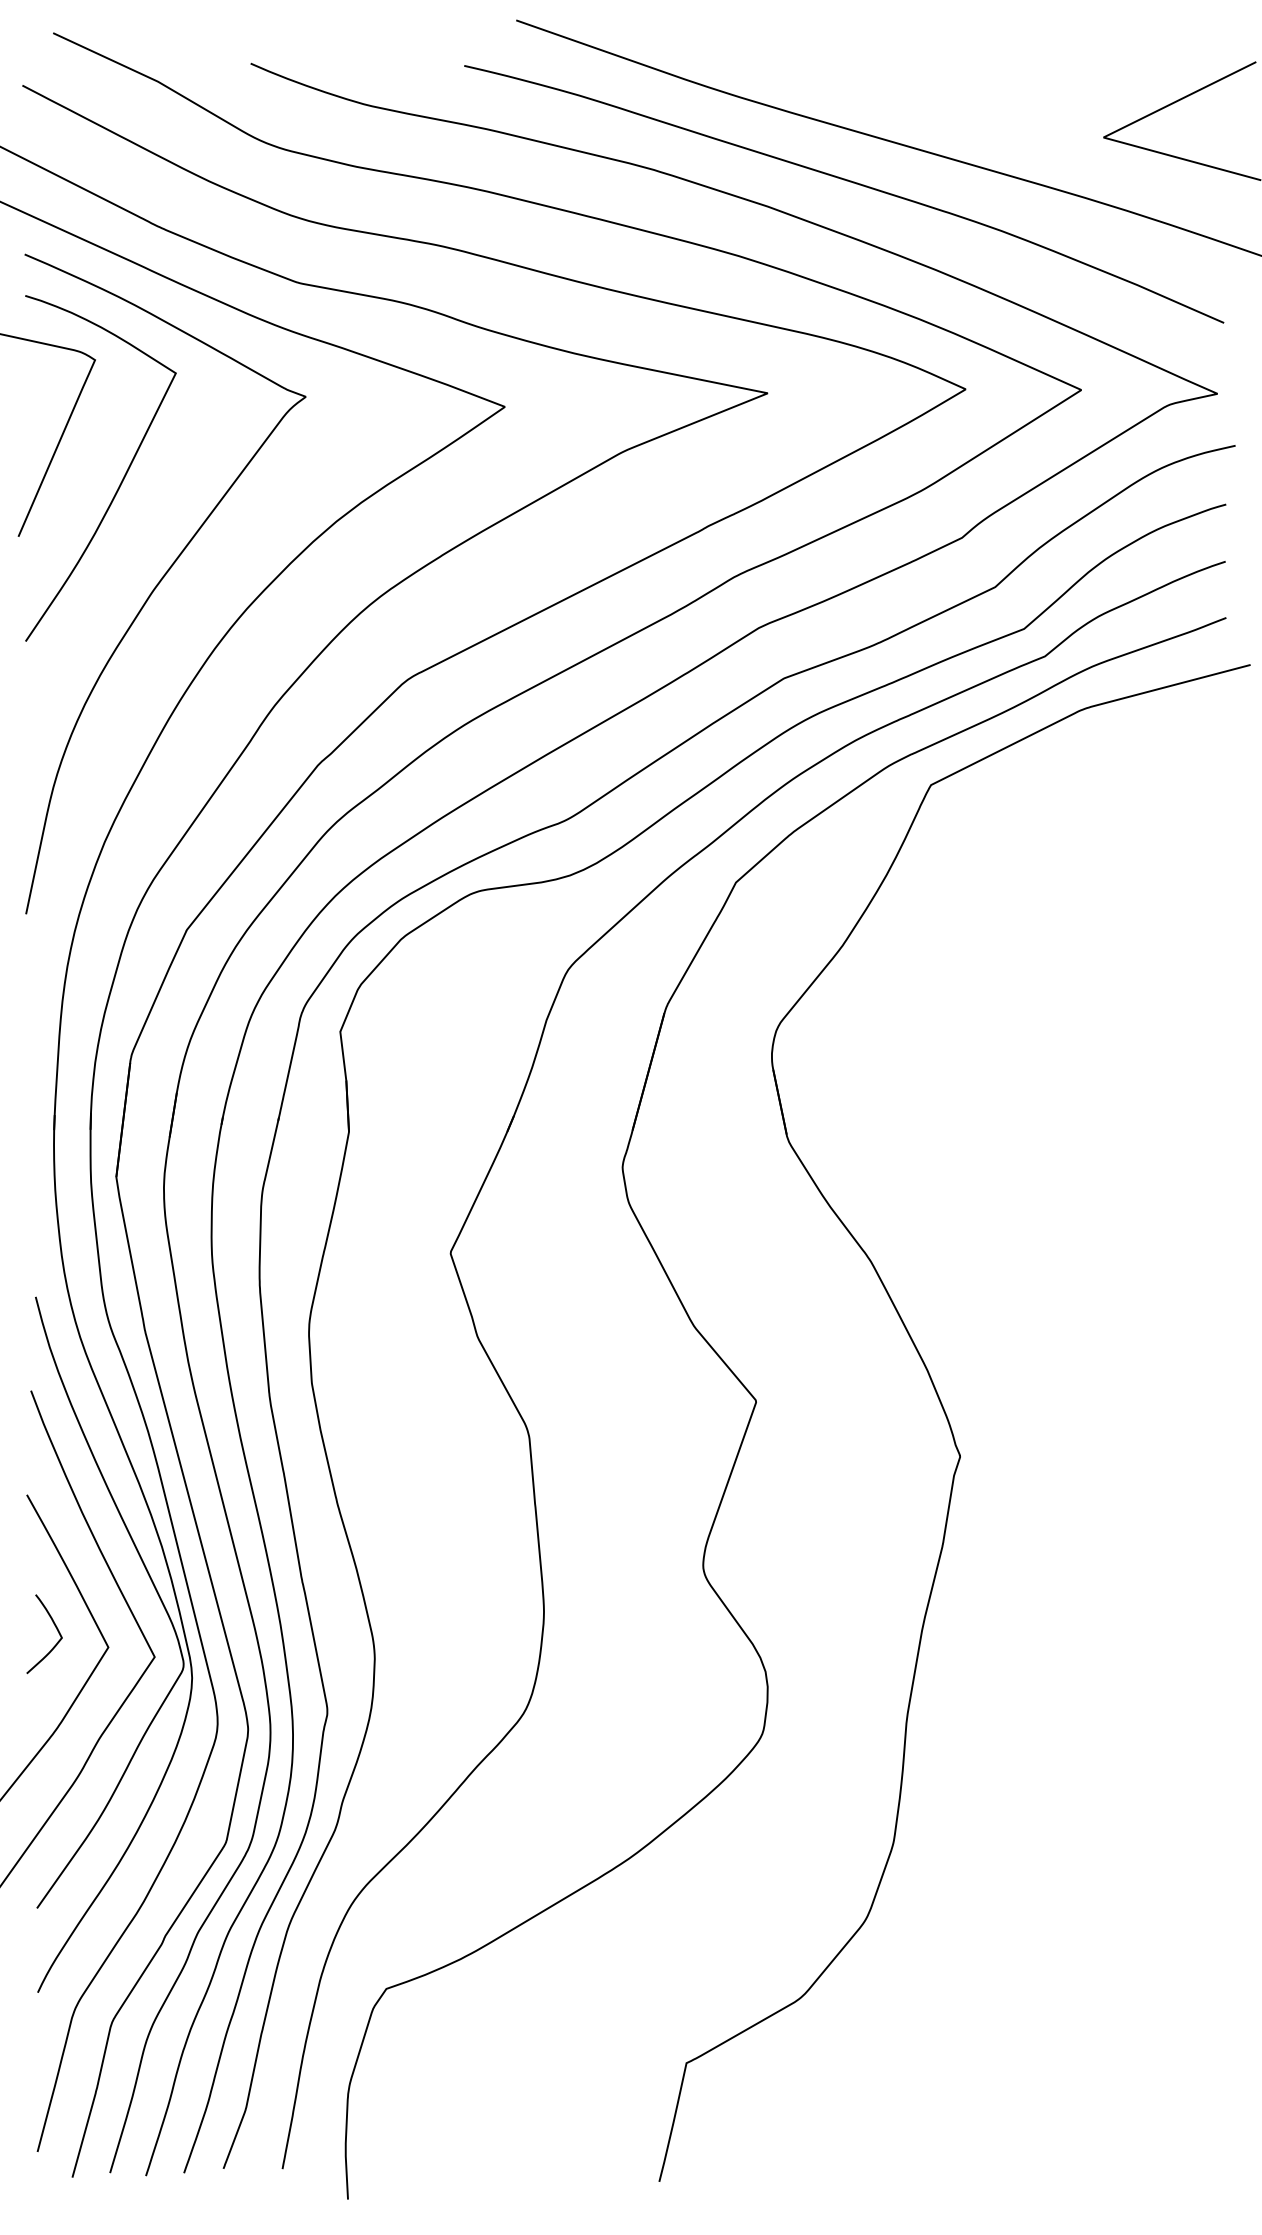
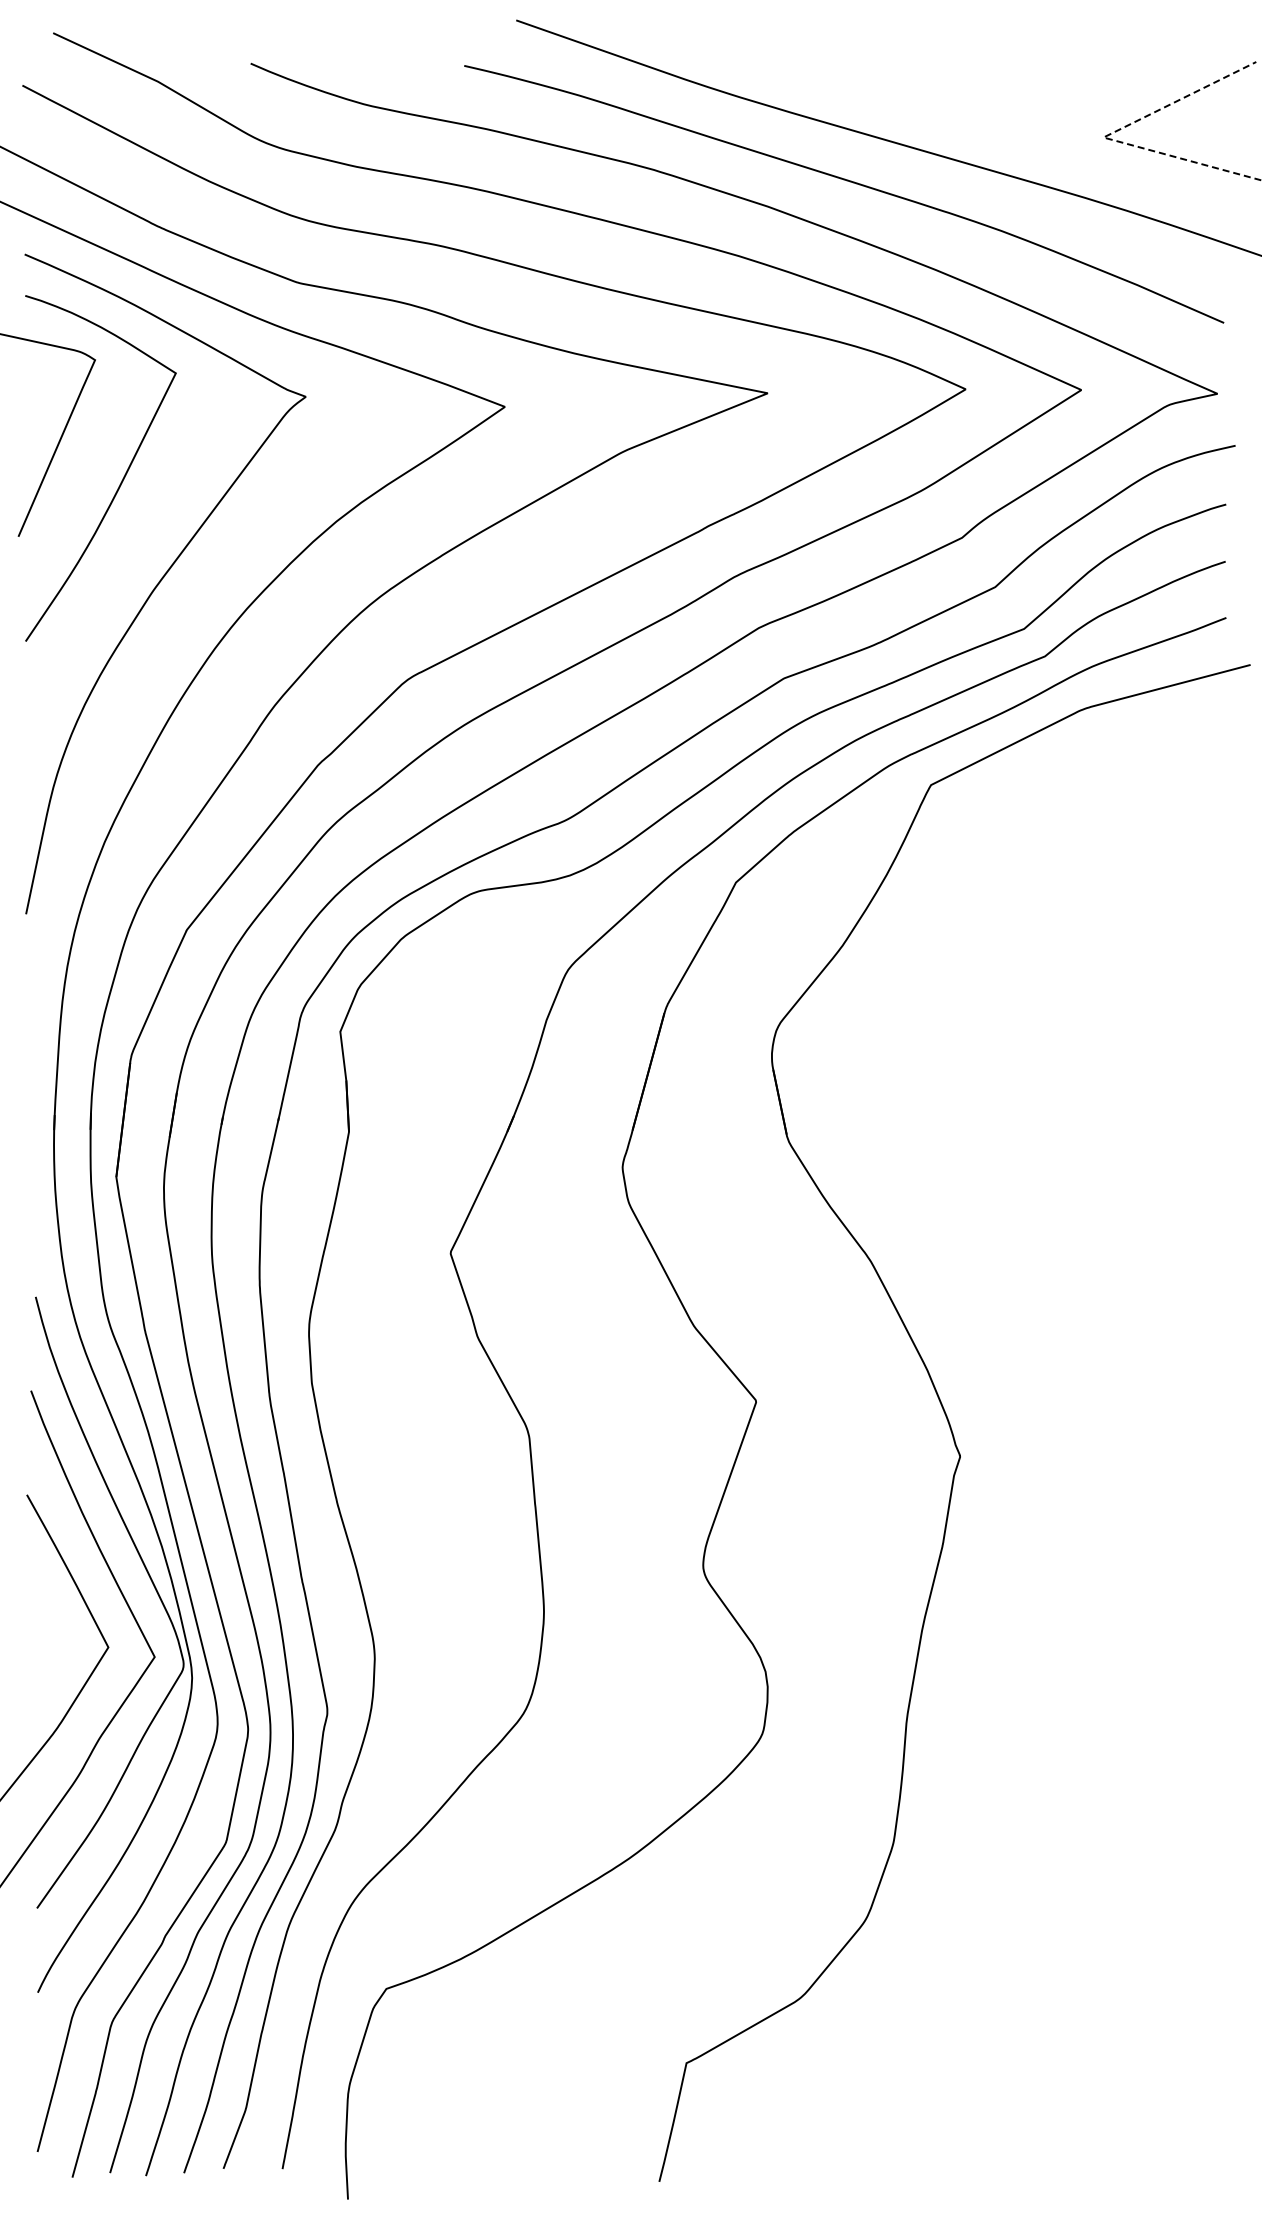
line at (1106, 136): solid -> dashed
curve at (56, 1629): present -> none
